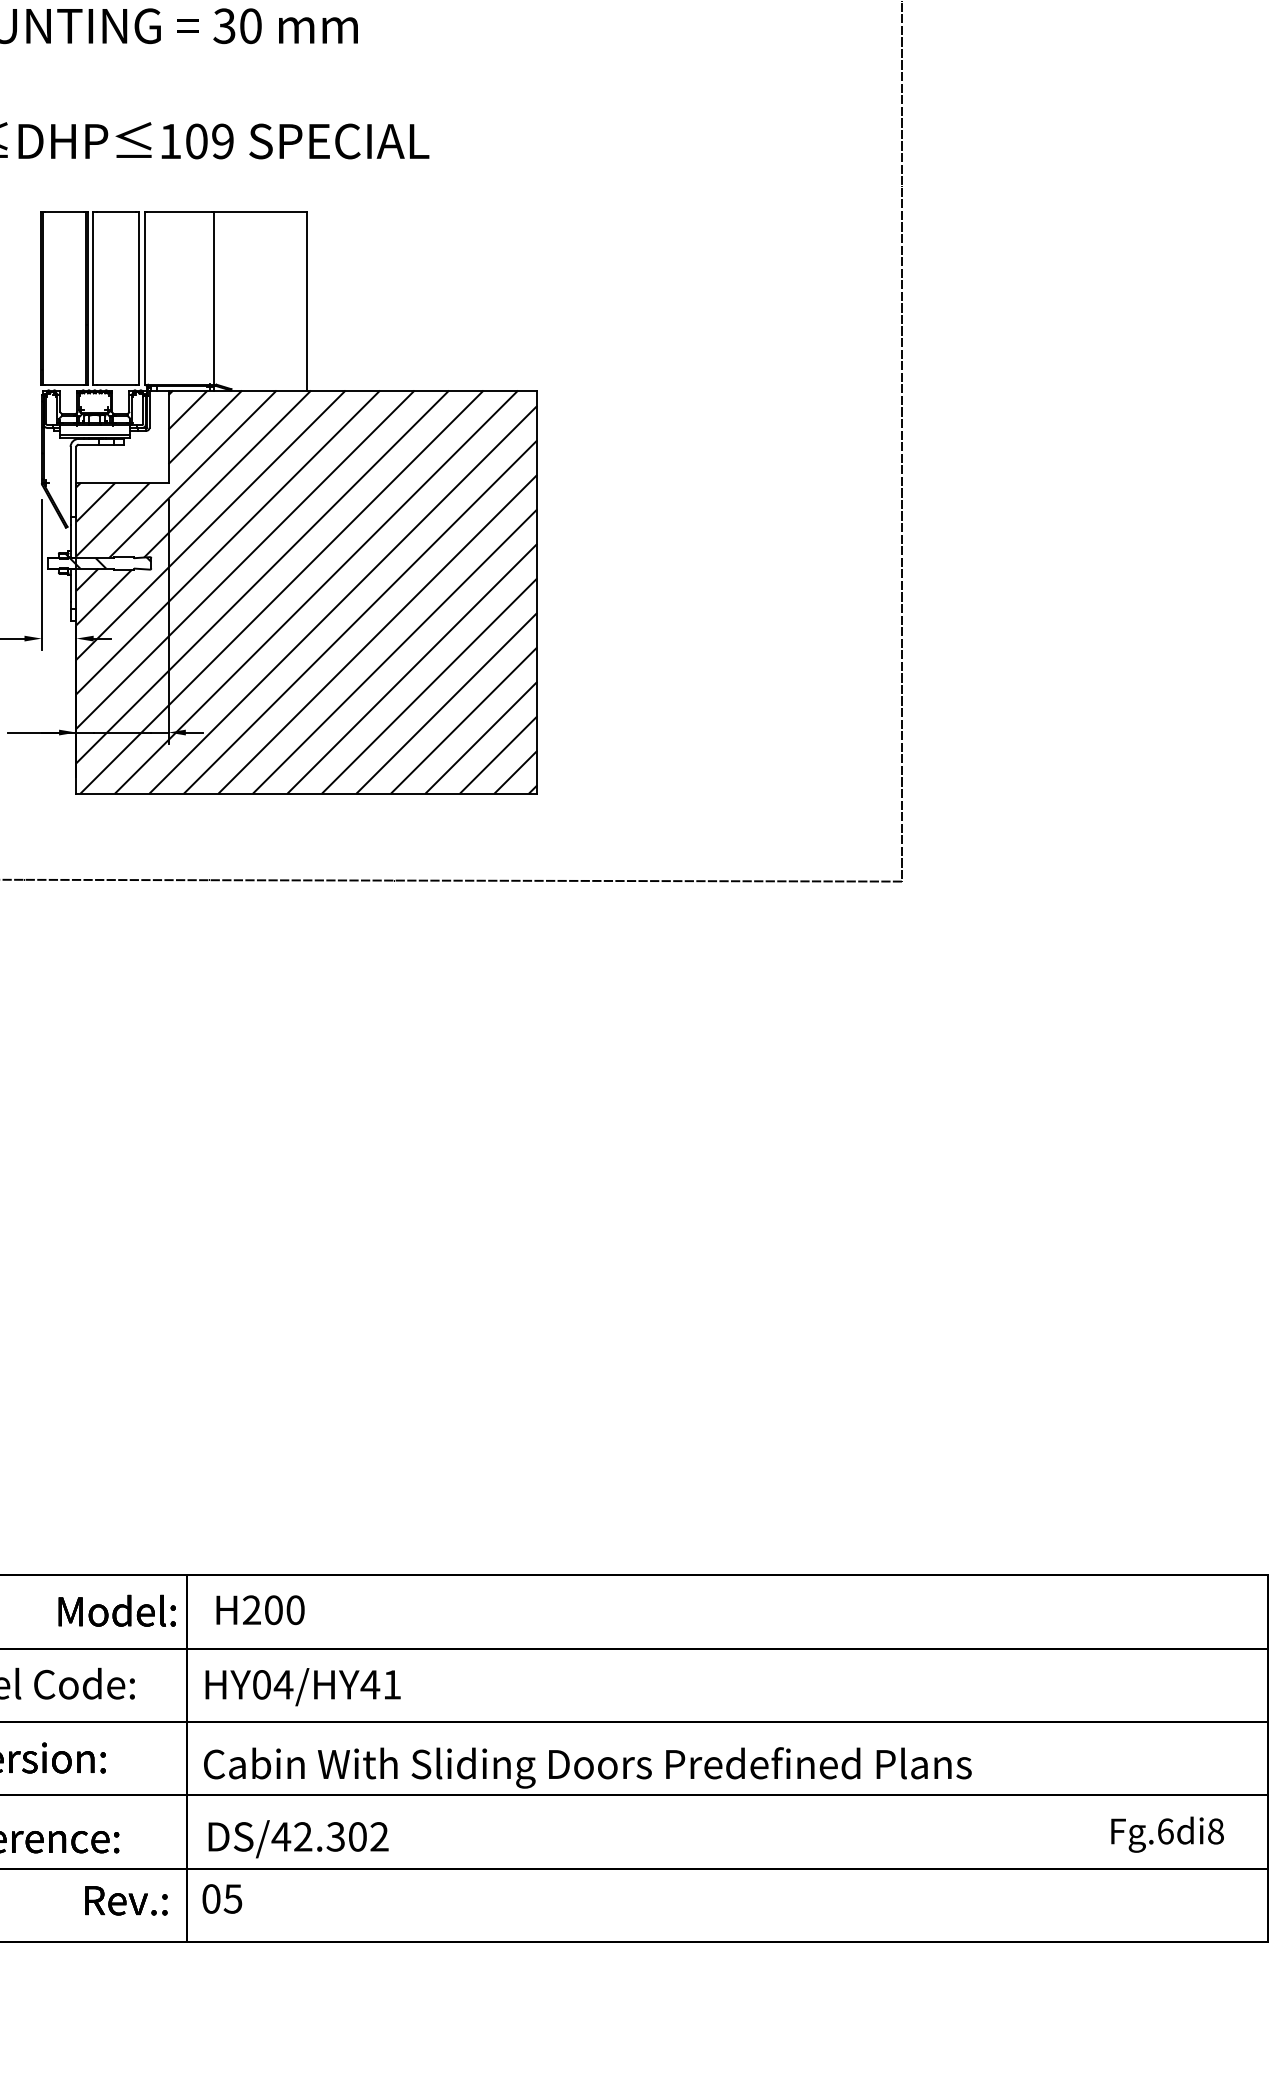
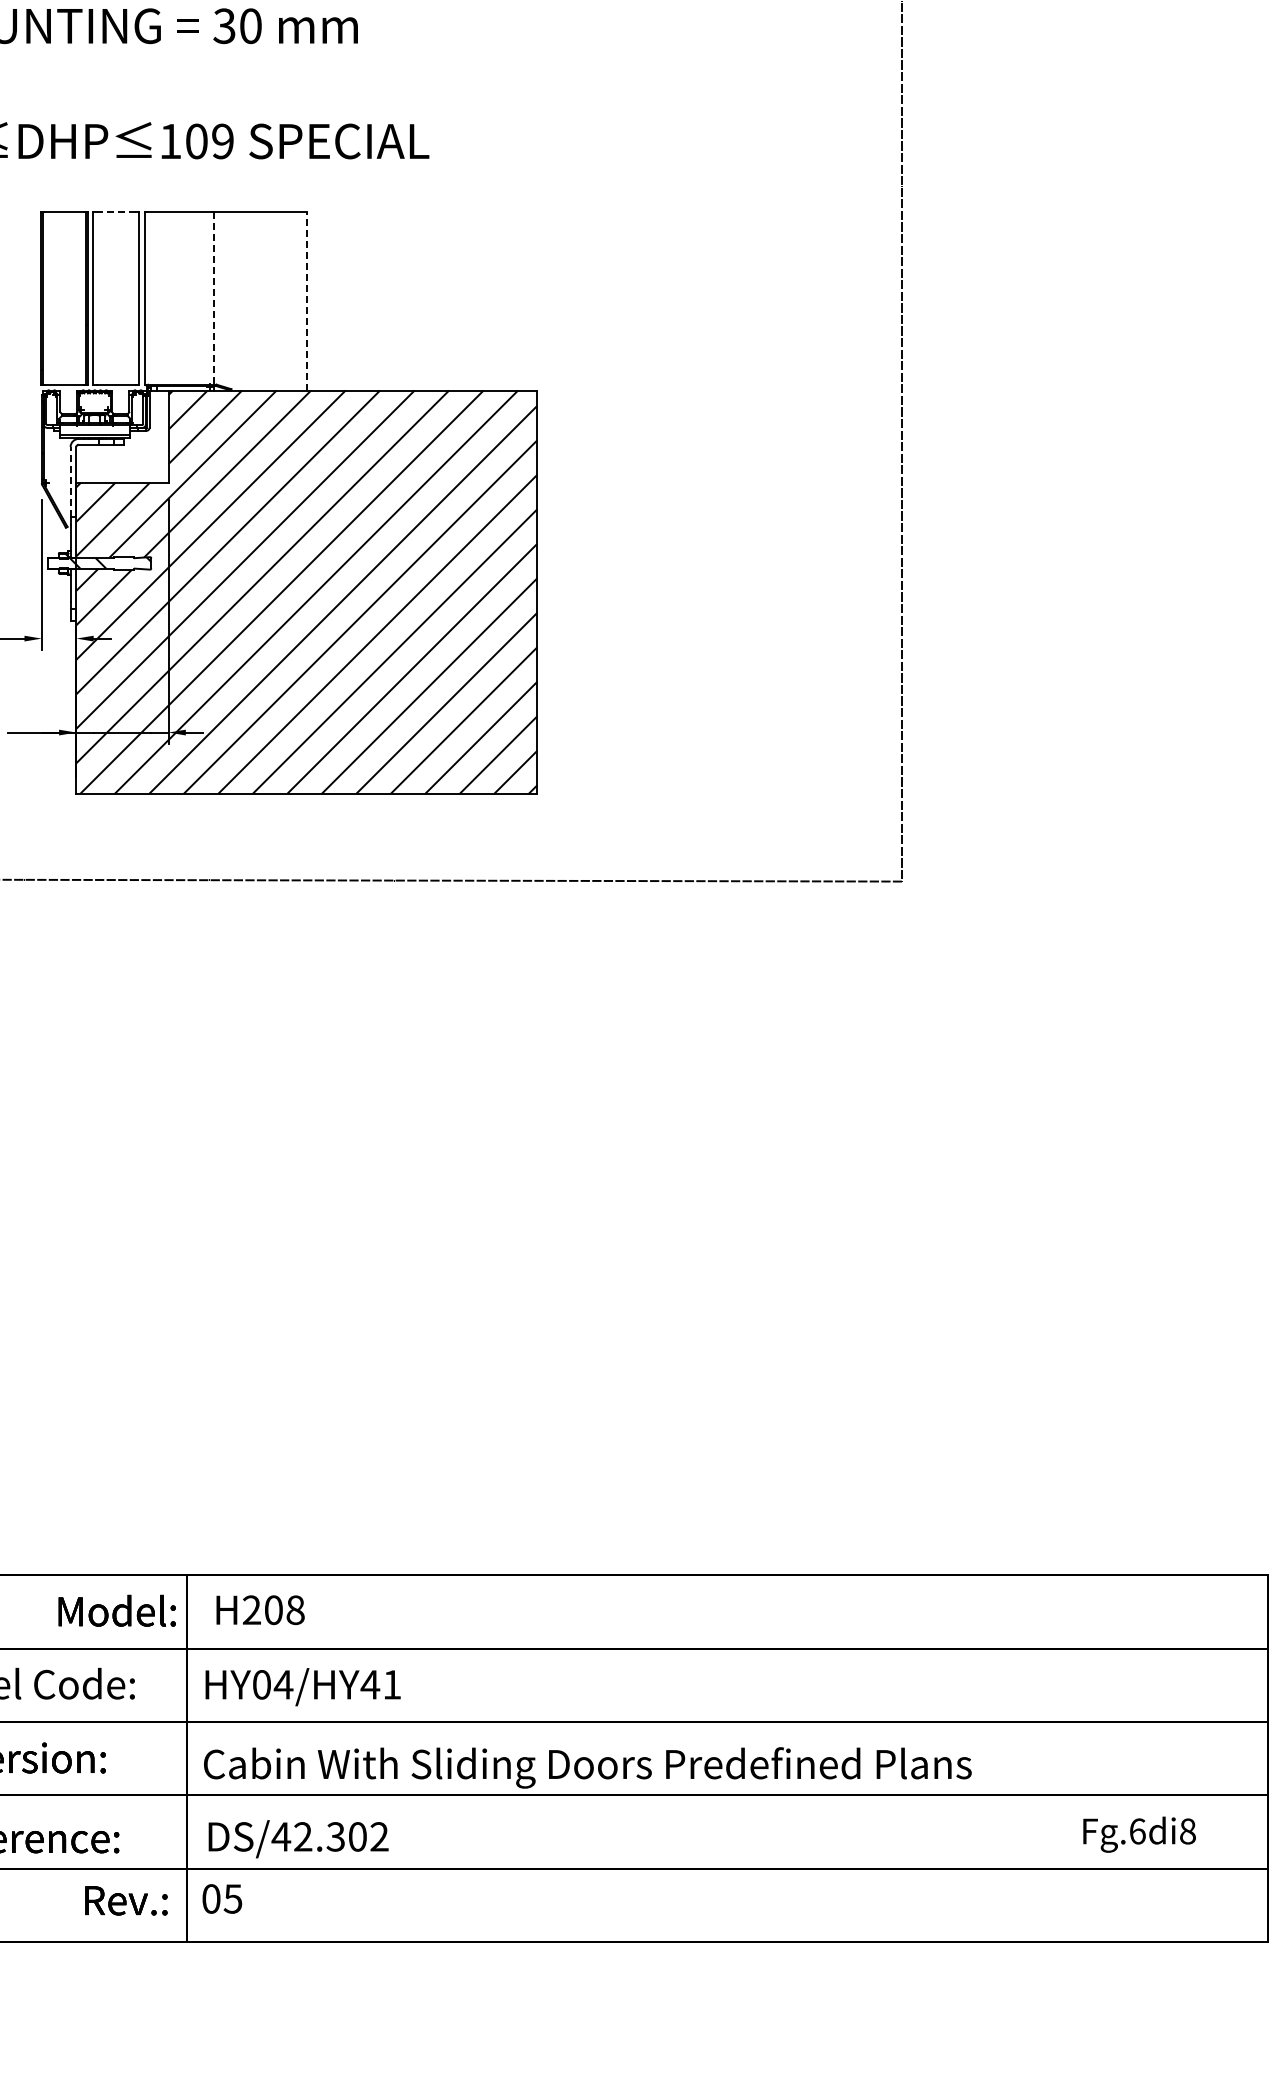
line at (115, 211): solid -> dashed
line at (214, 298): solid -> dashed
line at (306, 300): solid -> dashed
line at (70, 481): solid -> dashed
text at (295, 1609): H200 -> H208
text at (1167, 1834) position: (1167, 1834) -> (1139, 1834)
